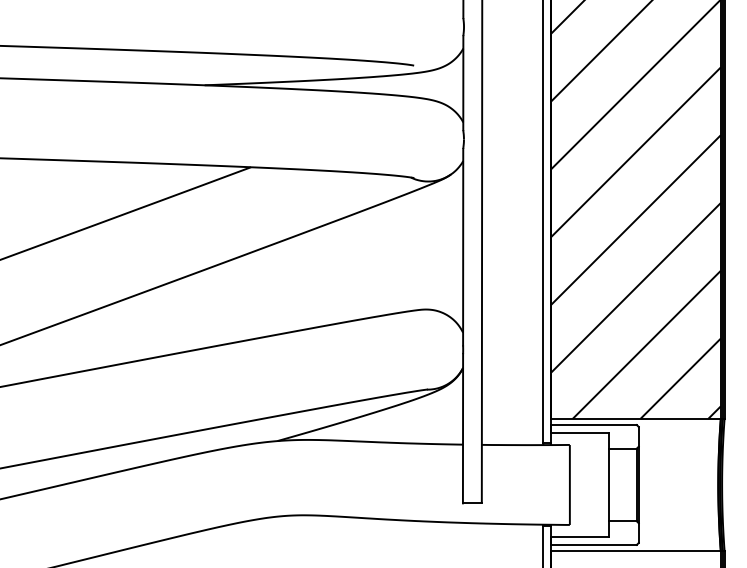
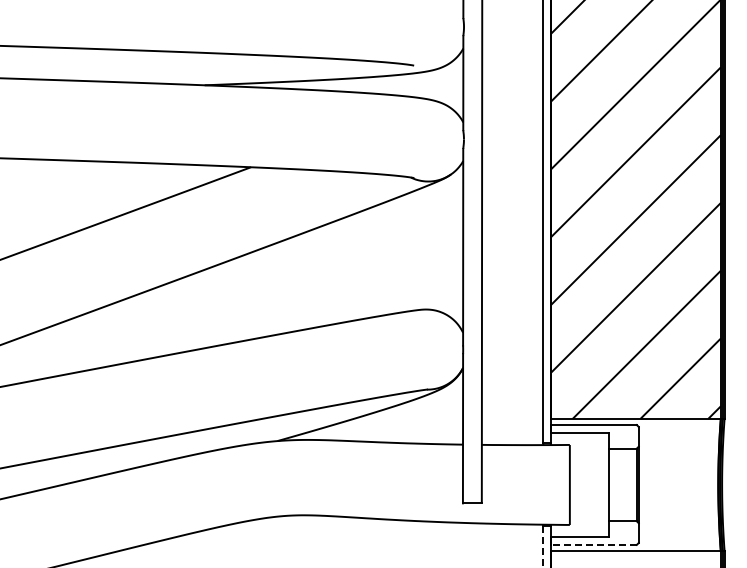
line at (593, 544): solid -> dashed
line at (543, 547): solid -> dashed
